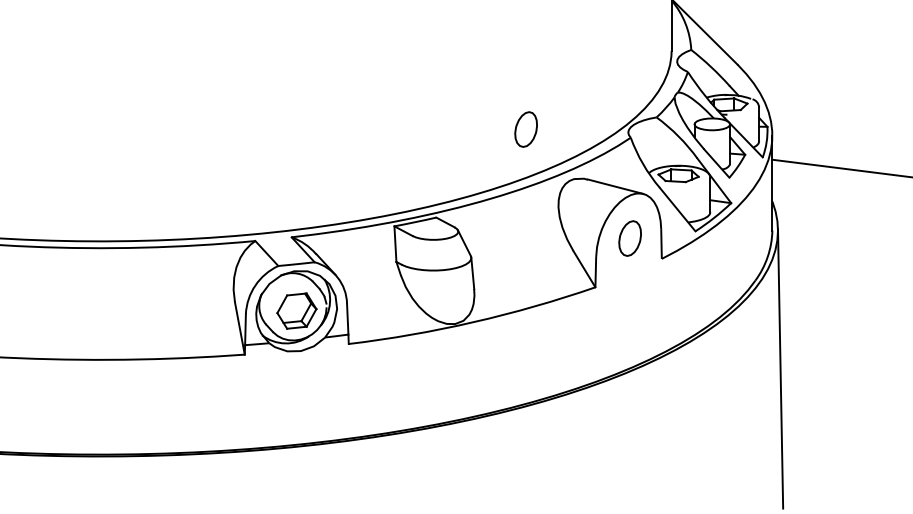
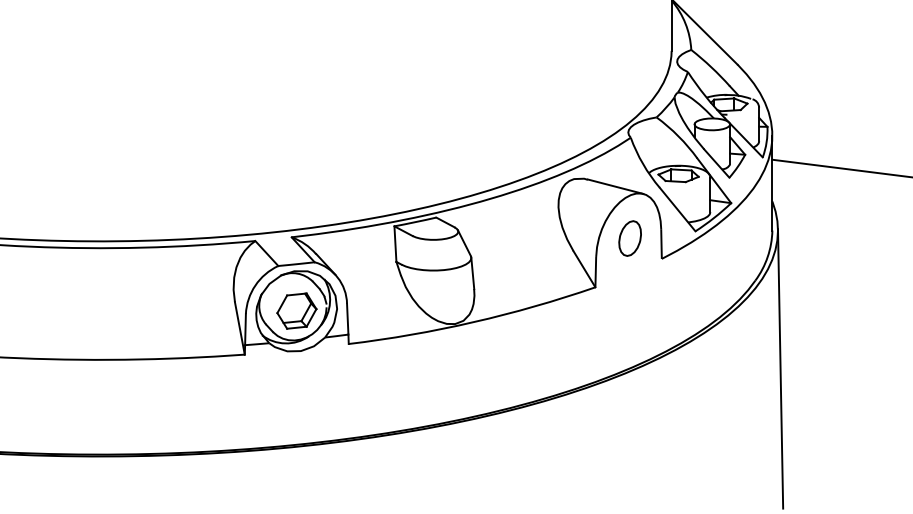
part at (525, 129): present -> none
